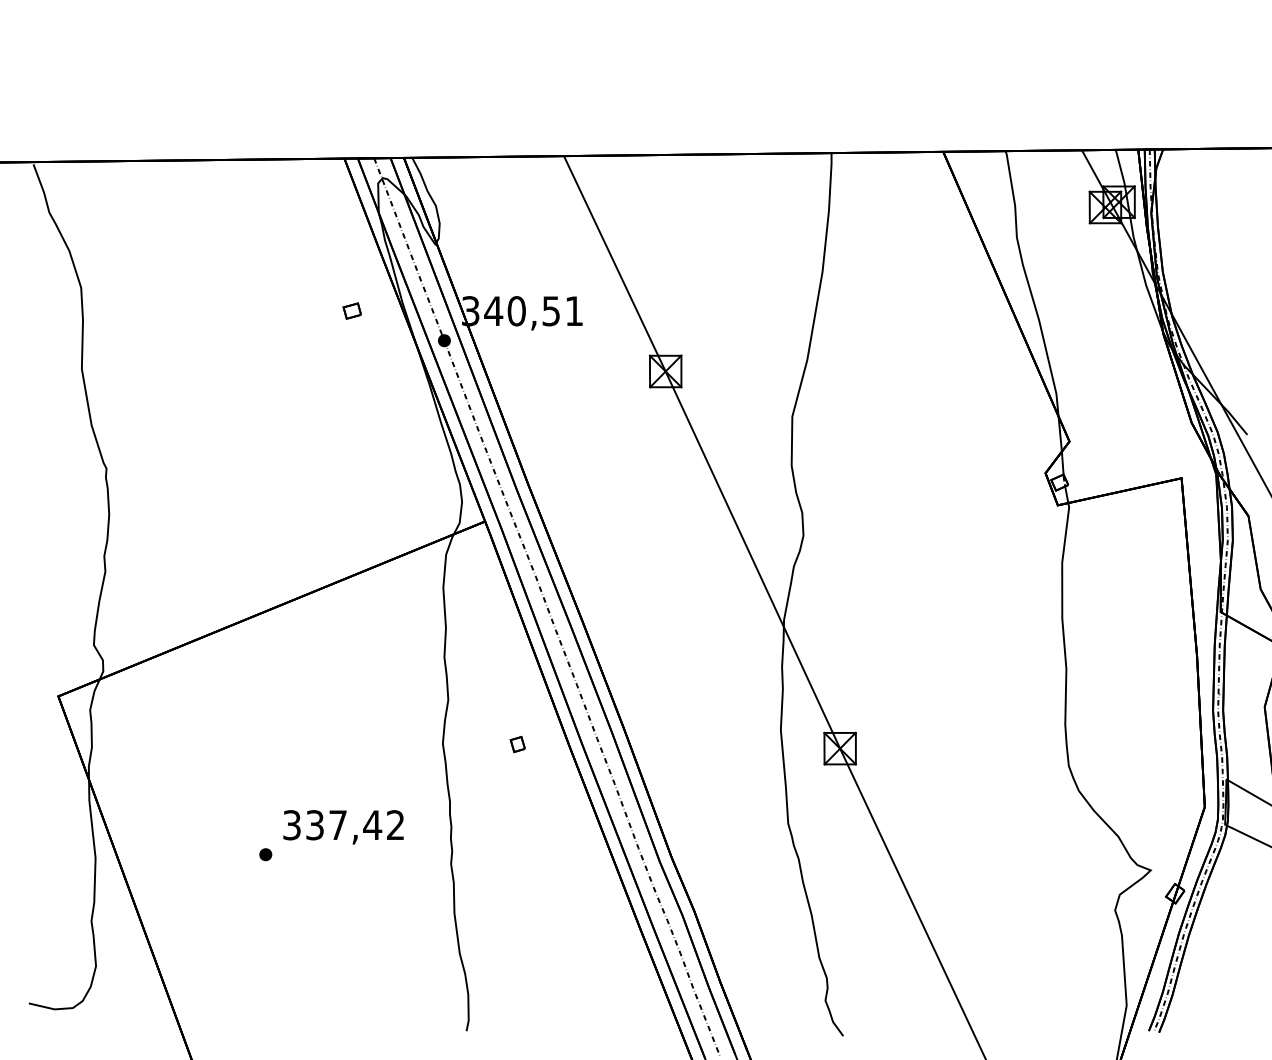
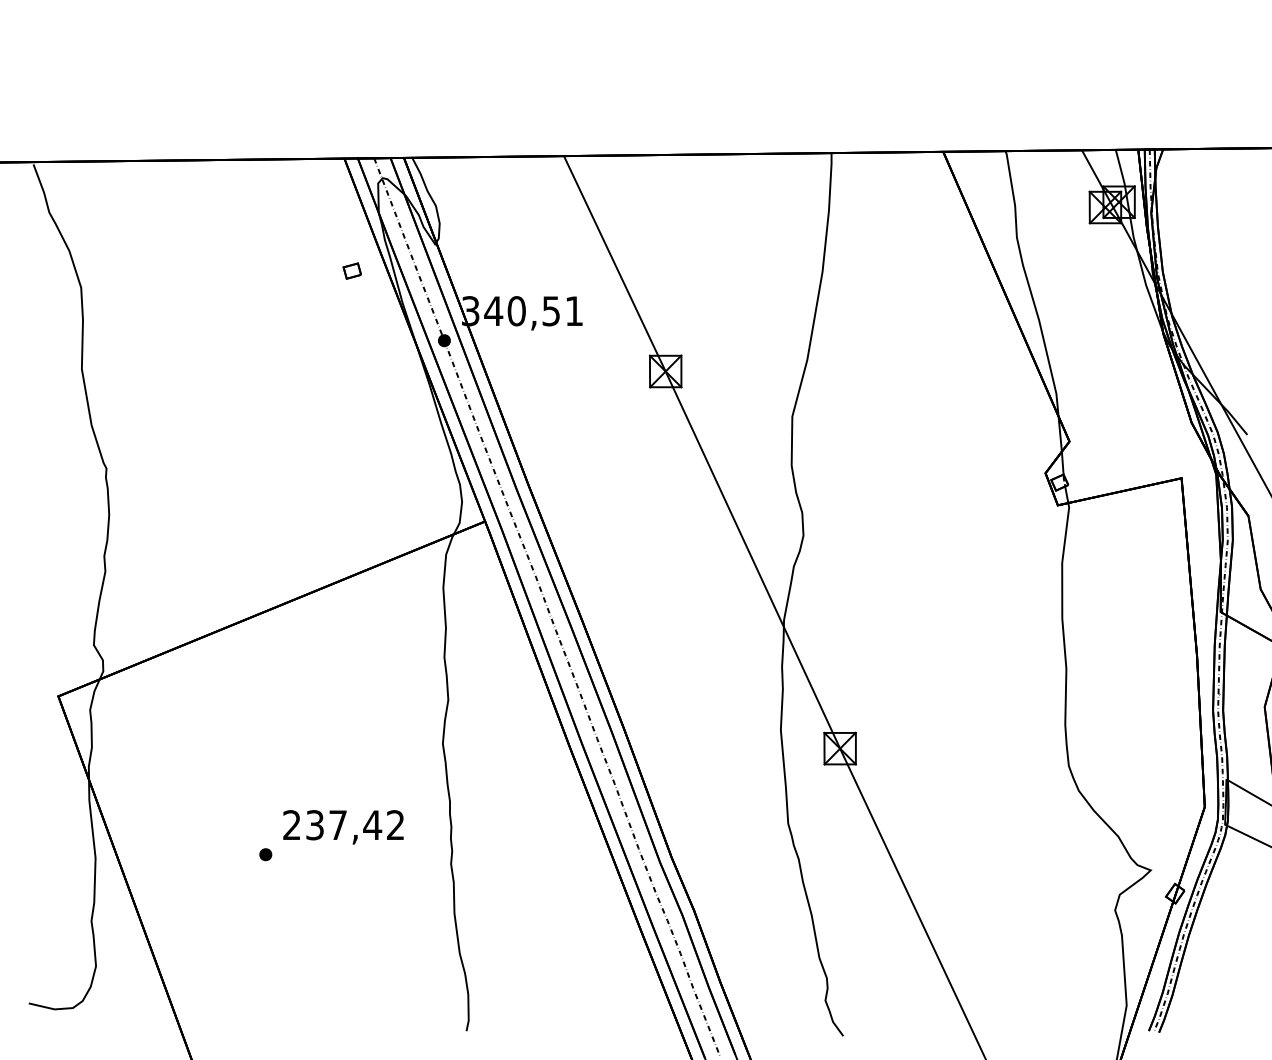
part at (351, 310) position: (351, 310) -> (351, 270)
part at (517, 744): present -> none
text at (291, 825): 337,42 -> 237,42
